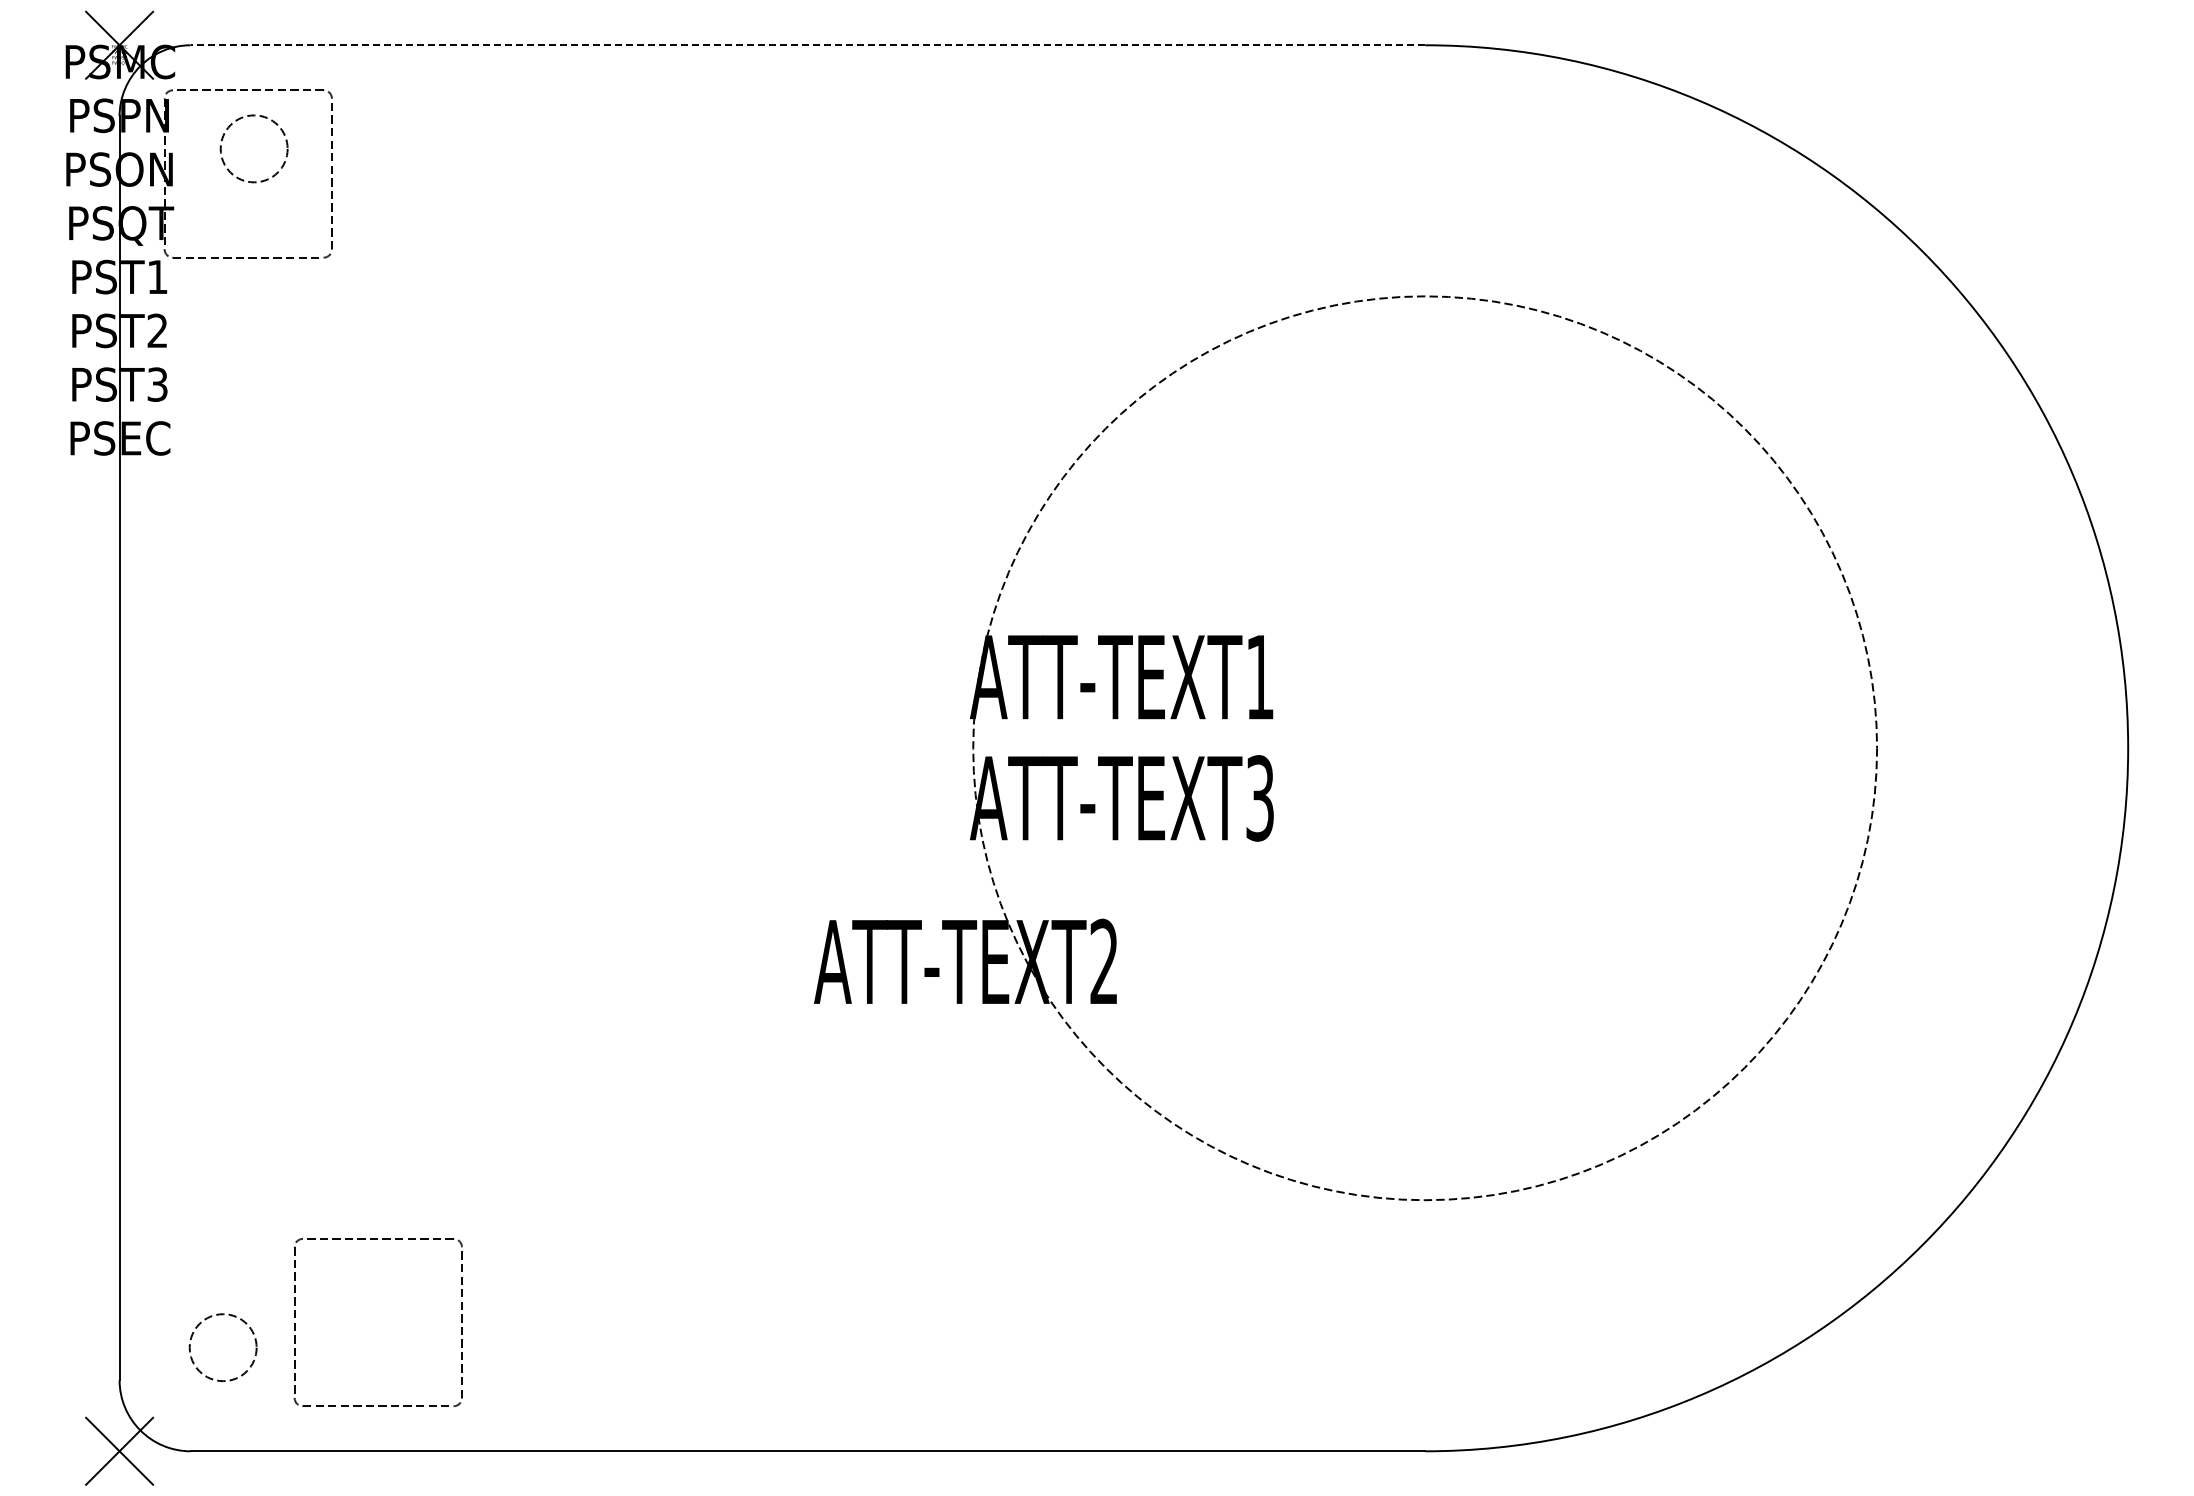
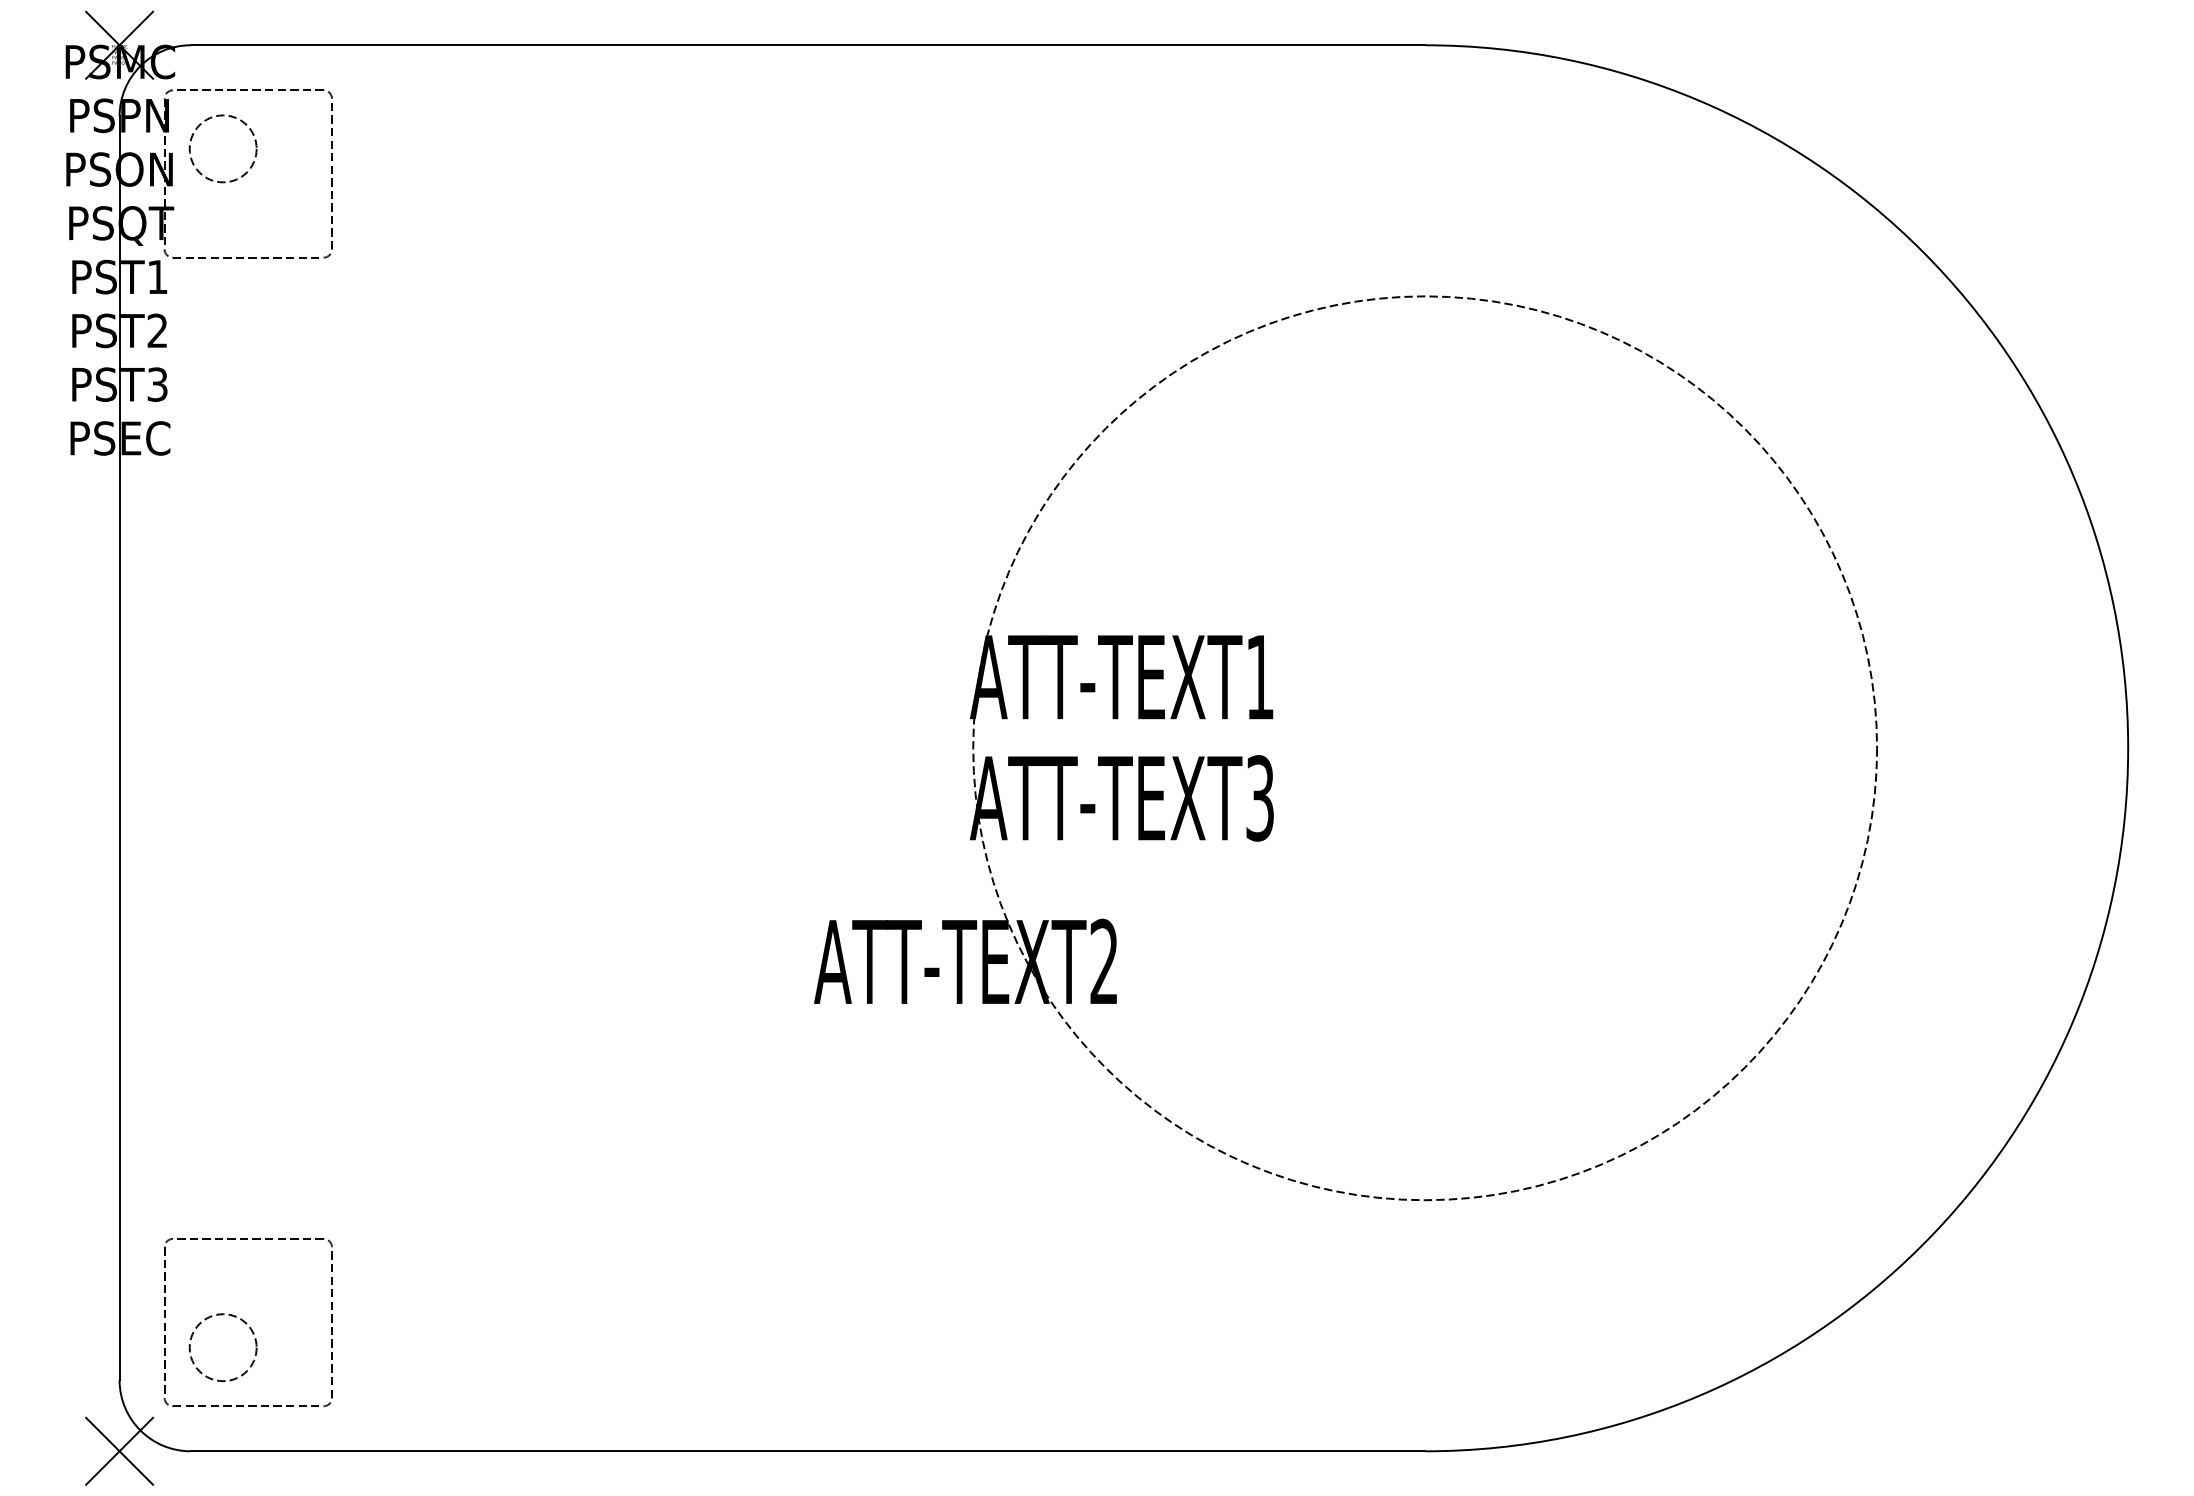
line at (807, 45): dashed -> solid
circle at (253, 148) position: (253, 148) -> (222, 148)
part at (295, 1323) position: (295, 1323) -> (165, 1323)
